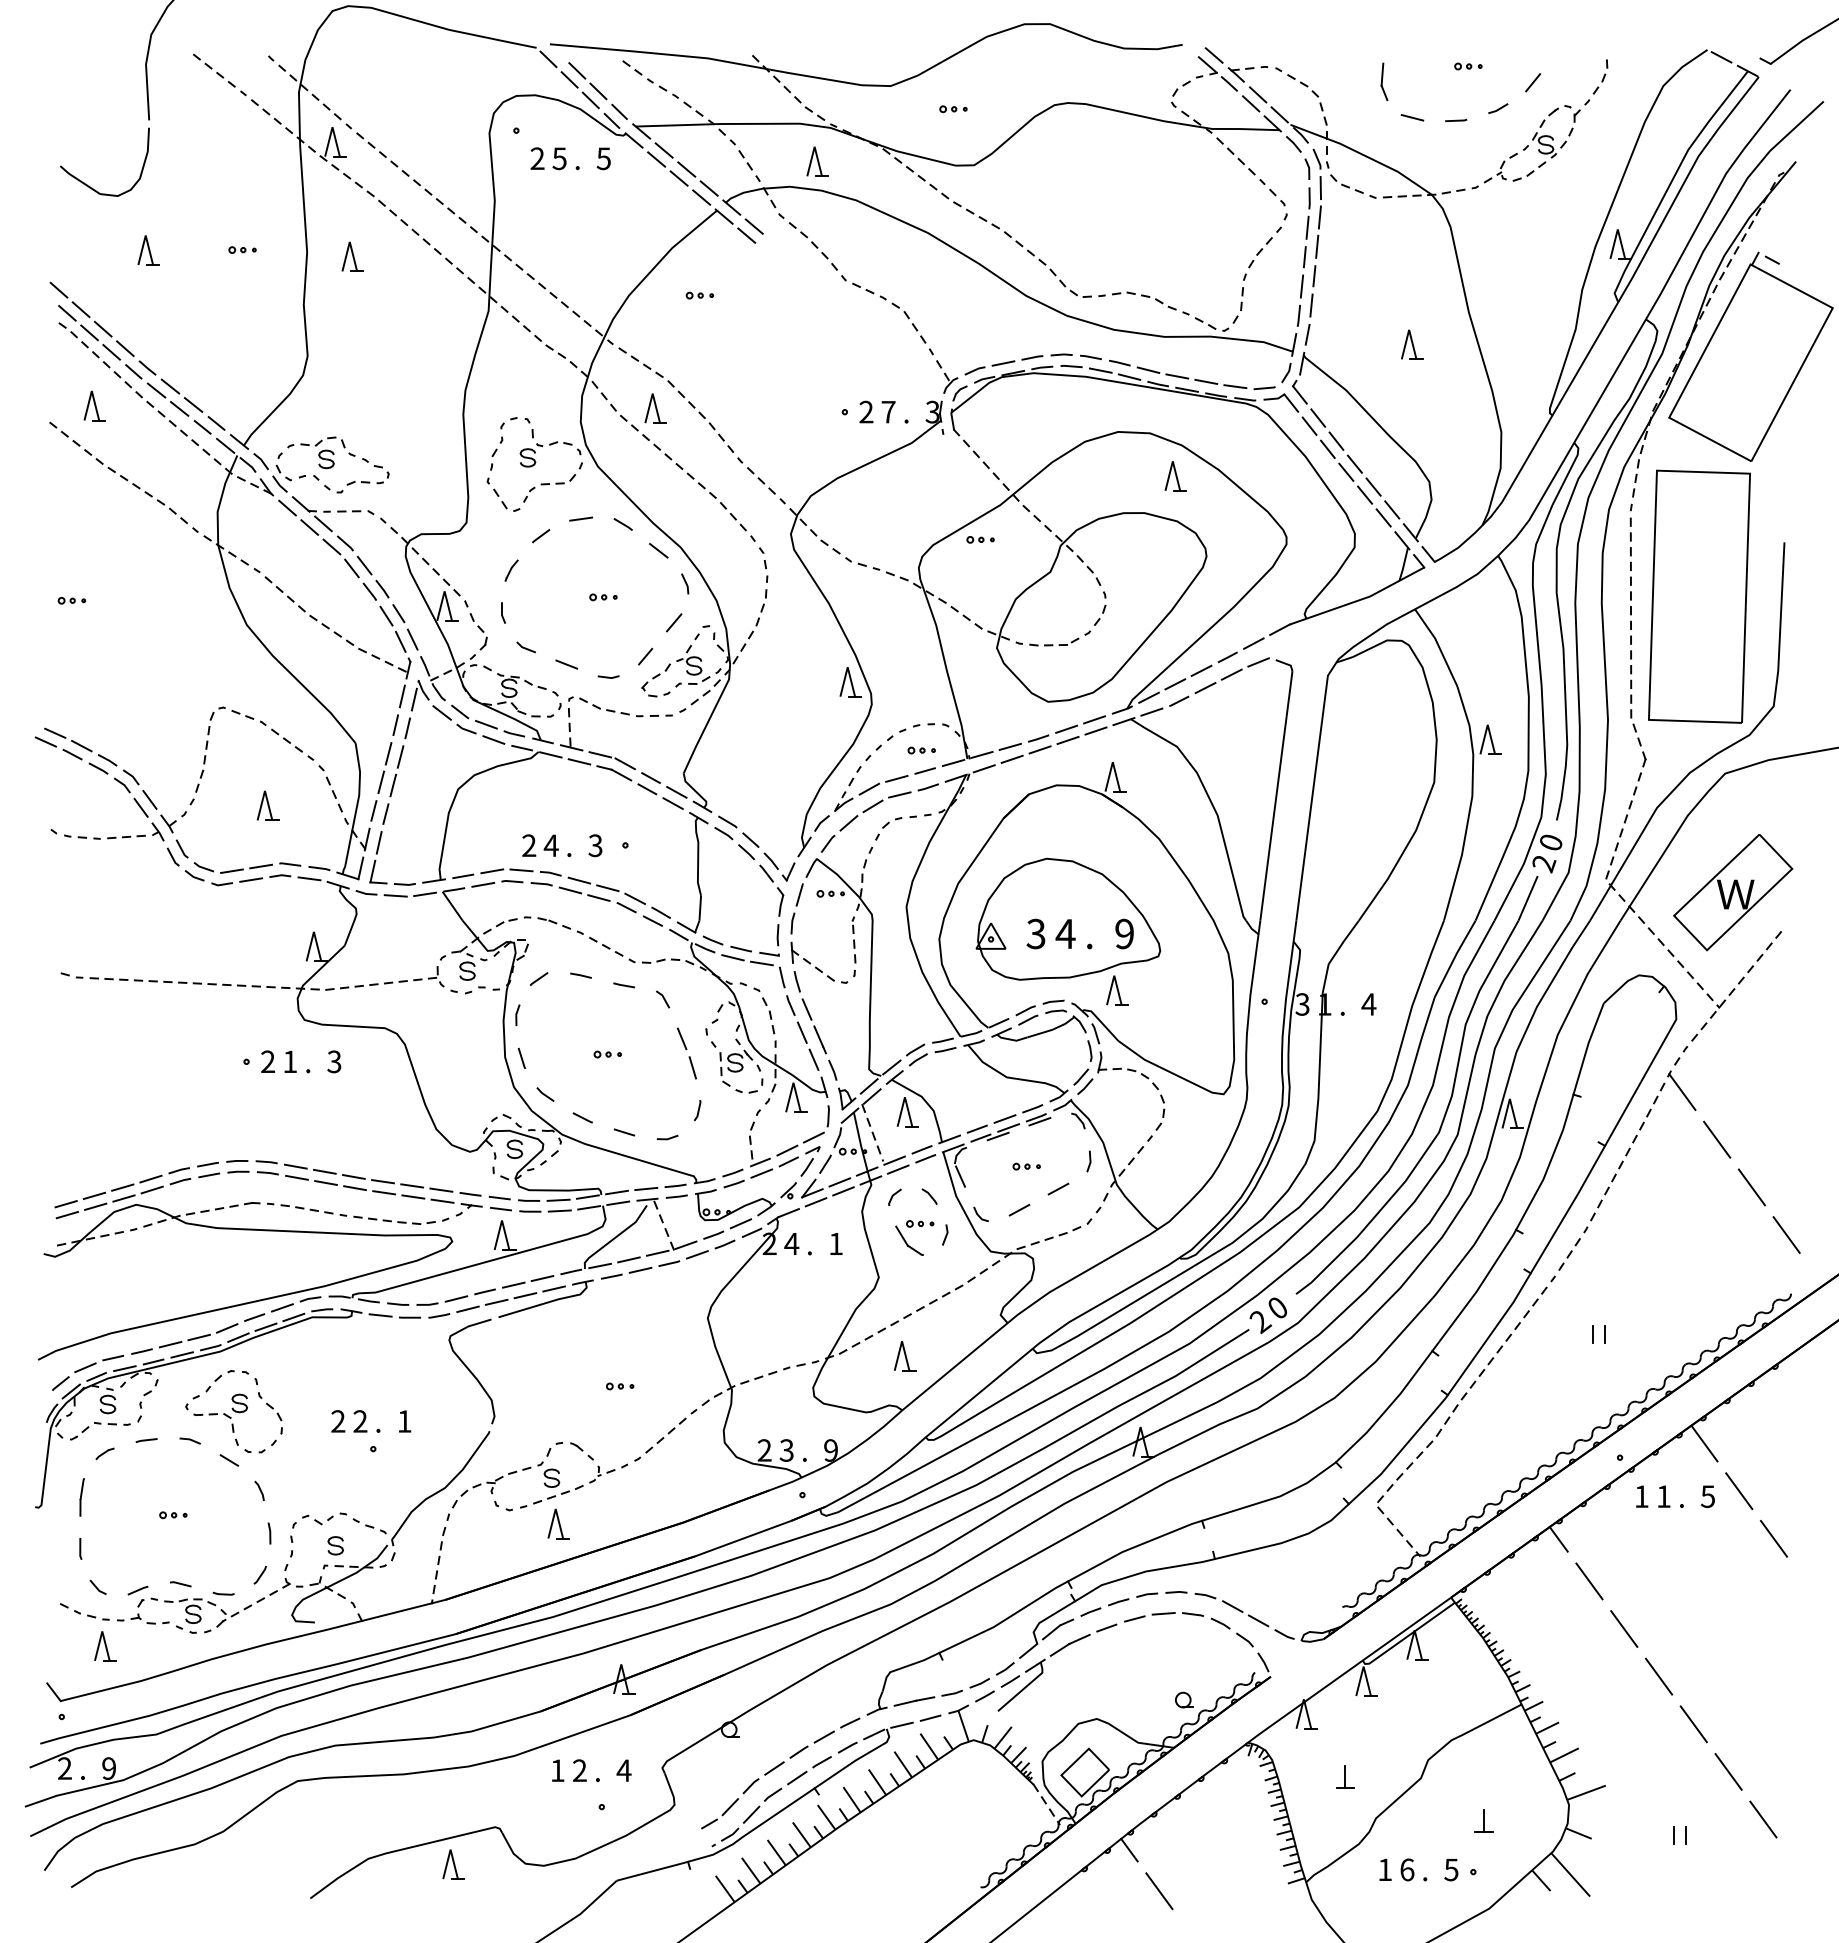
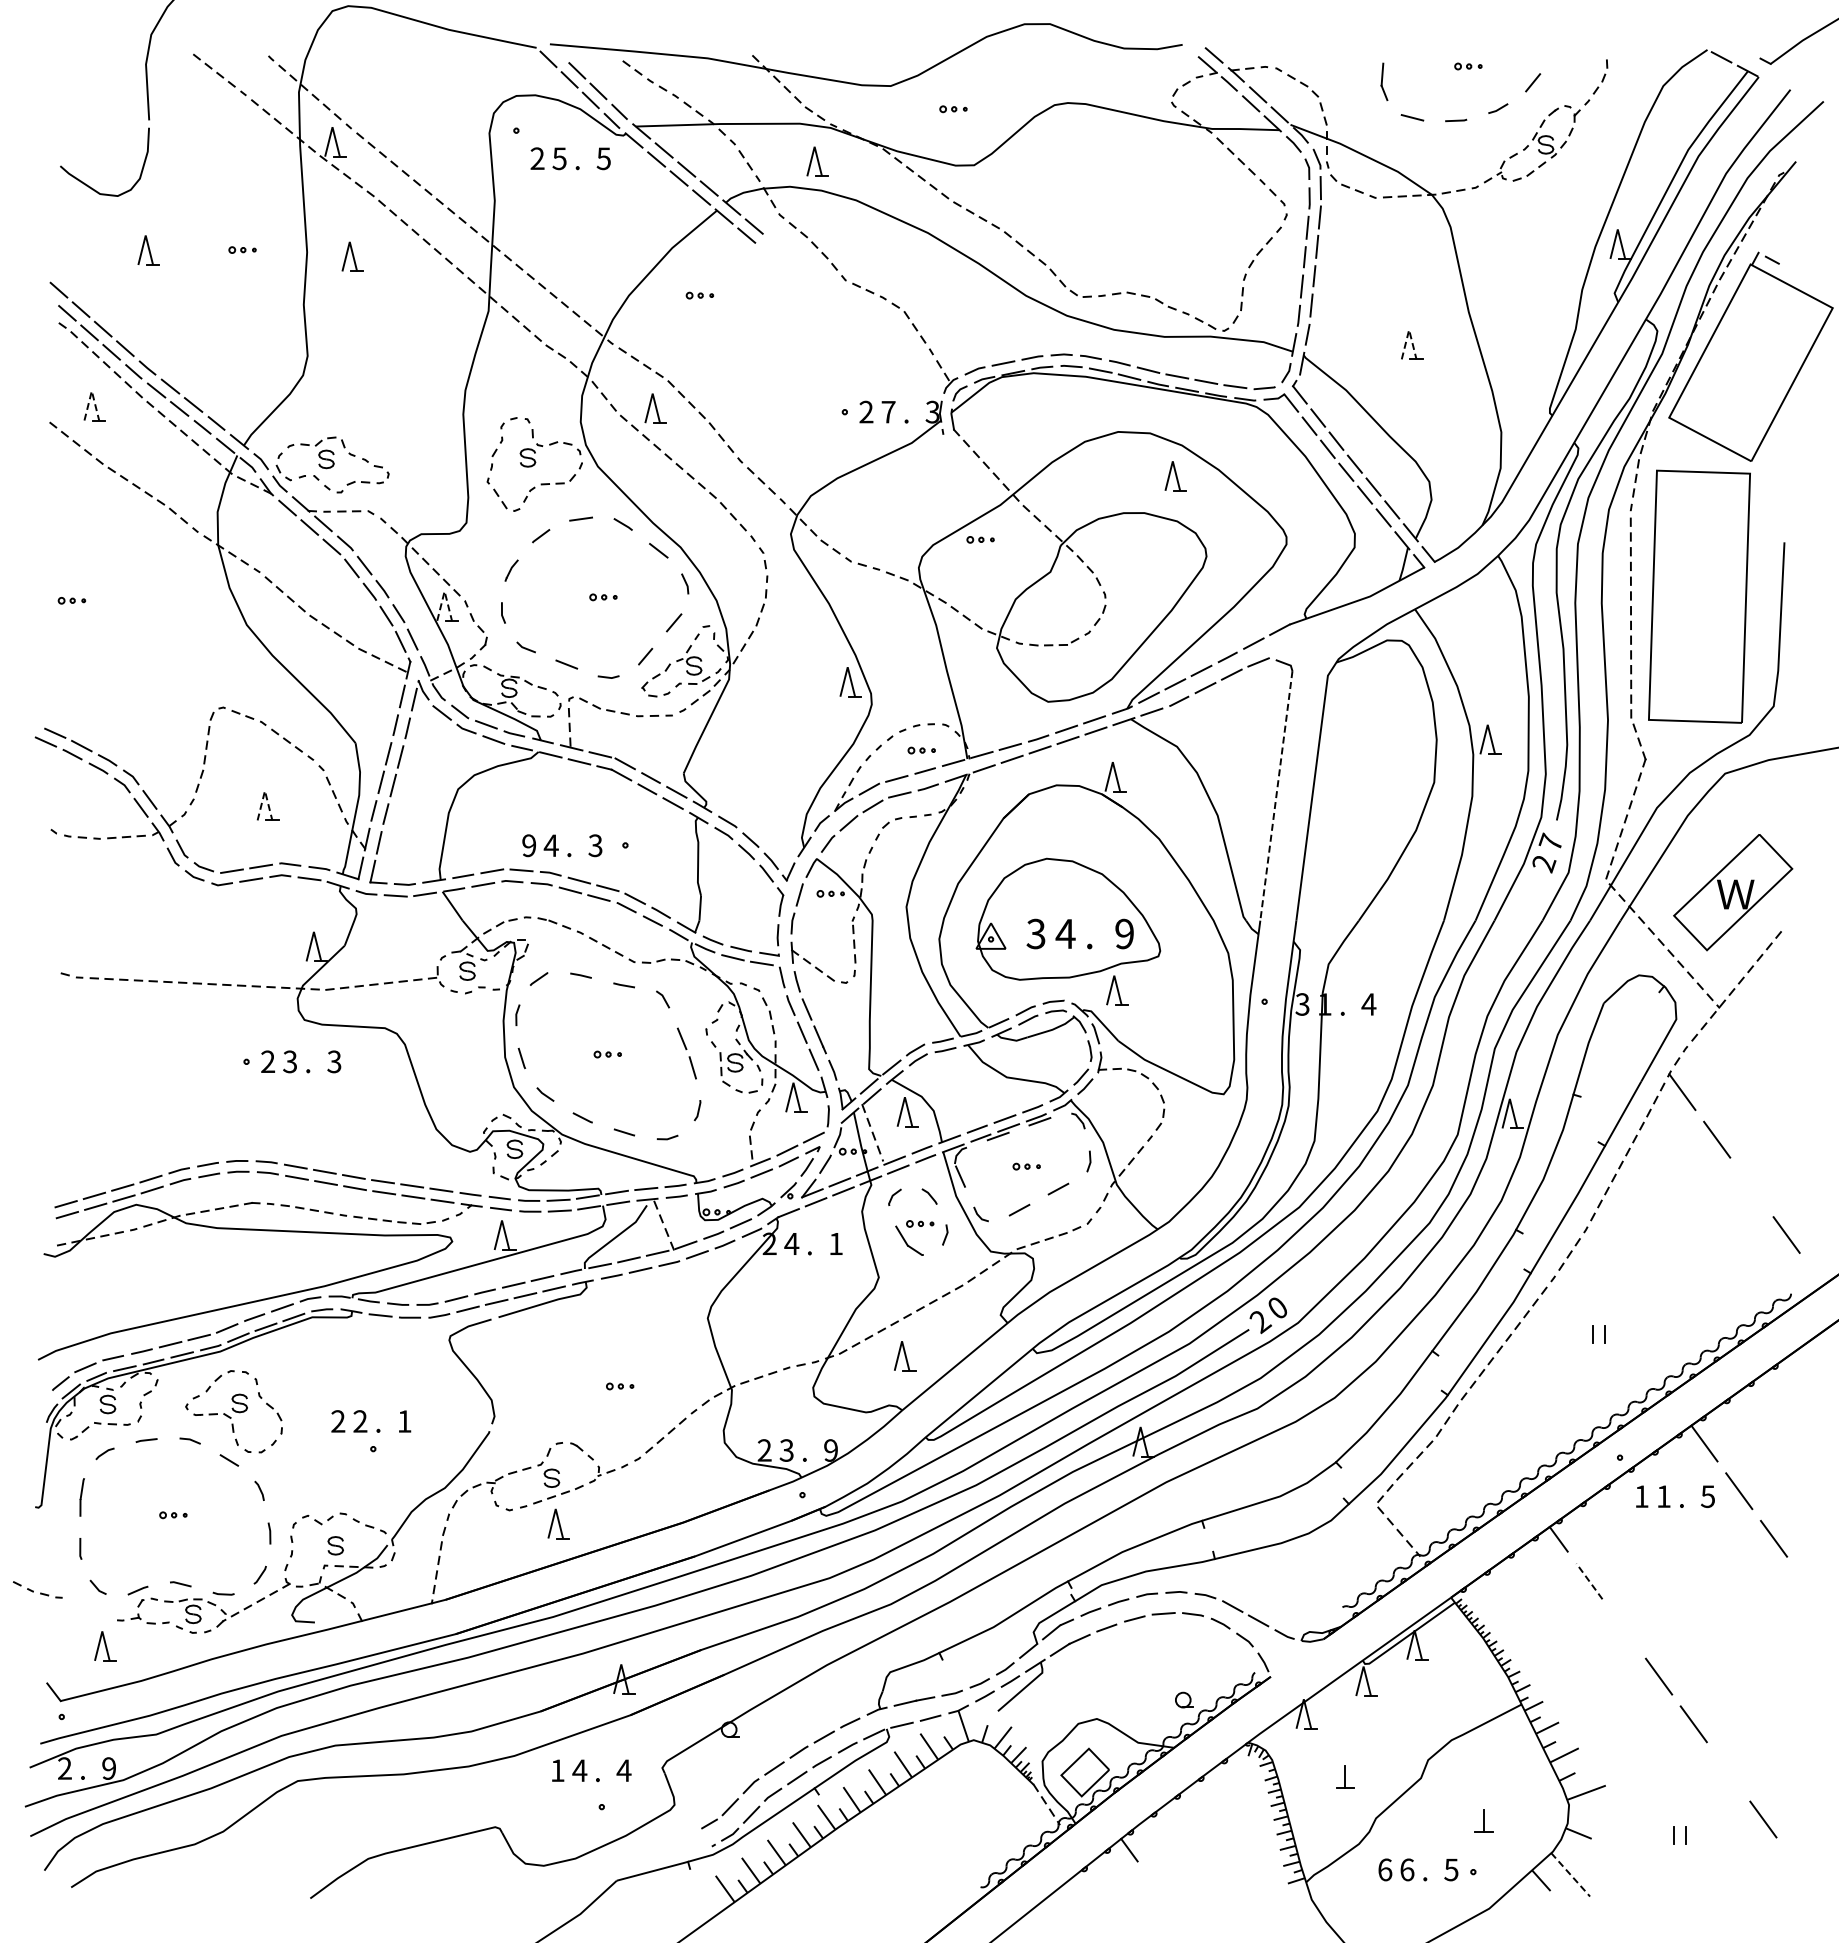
line at (1409, 329): solid -> dashed
line at (91, 391): solid -> dashed
line at (444, 591): solid -> dashed
line at (264, 790): solid -> dashed
line at (1276, 795): solid -> dashed
text at (1550, 841): 0 -> 7
text at (529, 845): 2 -> 9
text at (289, 1061): 1 -> 3
part at (1451, 1091): present -> none
line at (1751, 1187): present -> none
line at (1589, 1581): solid -> dashed
part at (84, 1611) position: (84, 1611) -> (37, 1589)
line at (1624, 1628): present -> none
text at (579, 1770): 2 -> 4
line at (1728, 1771): present -> none
part at (453, 1864): present -> none
text at (1385, 1869): 1 -> 6
line at (1571, 1875): solid -> dashed
line at (1159, 1891): present -> none
